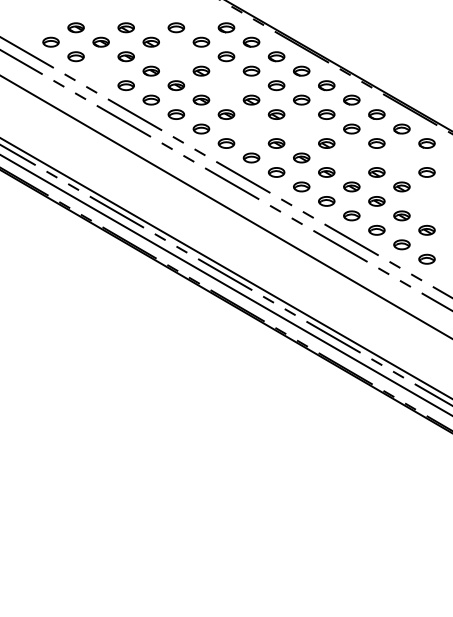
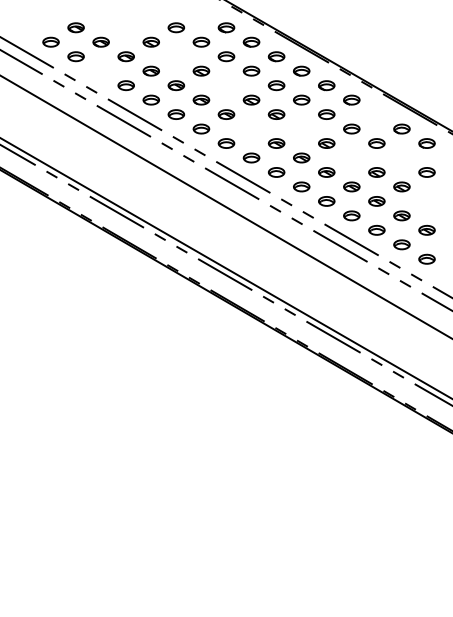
part at (125, 27): present -> none
part at (376, 114): present -> none
line at (225, 284): present -> none
